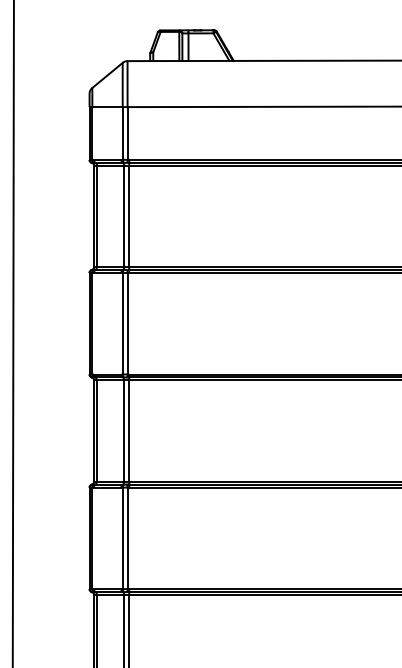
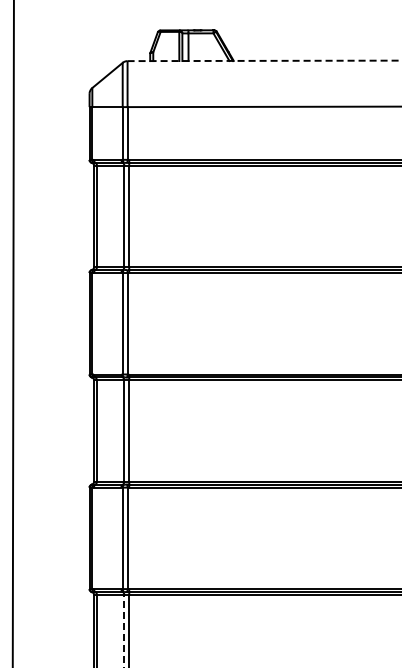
line at (264, 60): solid -> dashed
line at (124, 630): solid -> dashed
